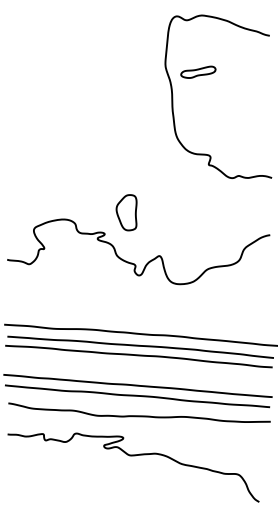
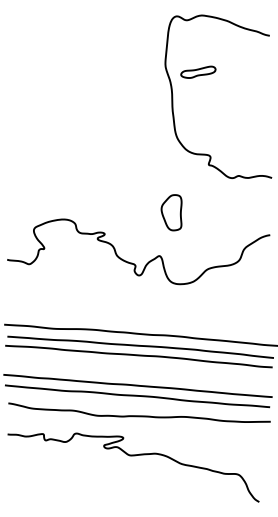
part at (126, 212) position: (126, 212) -> (171, 212)
